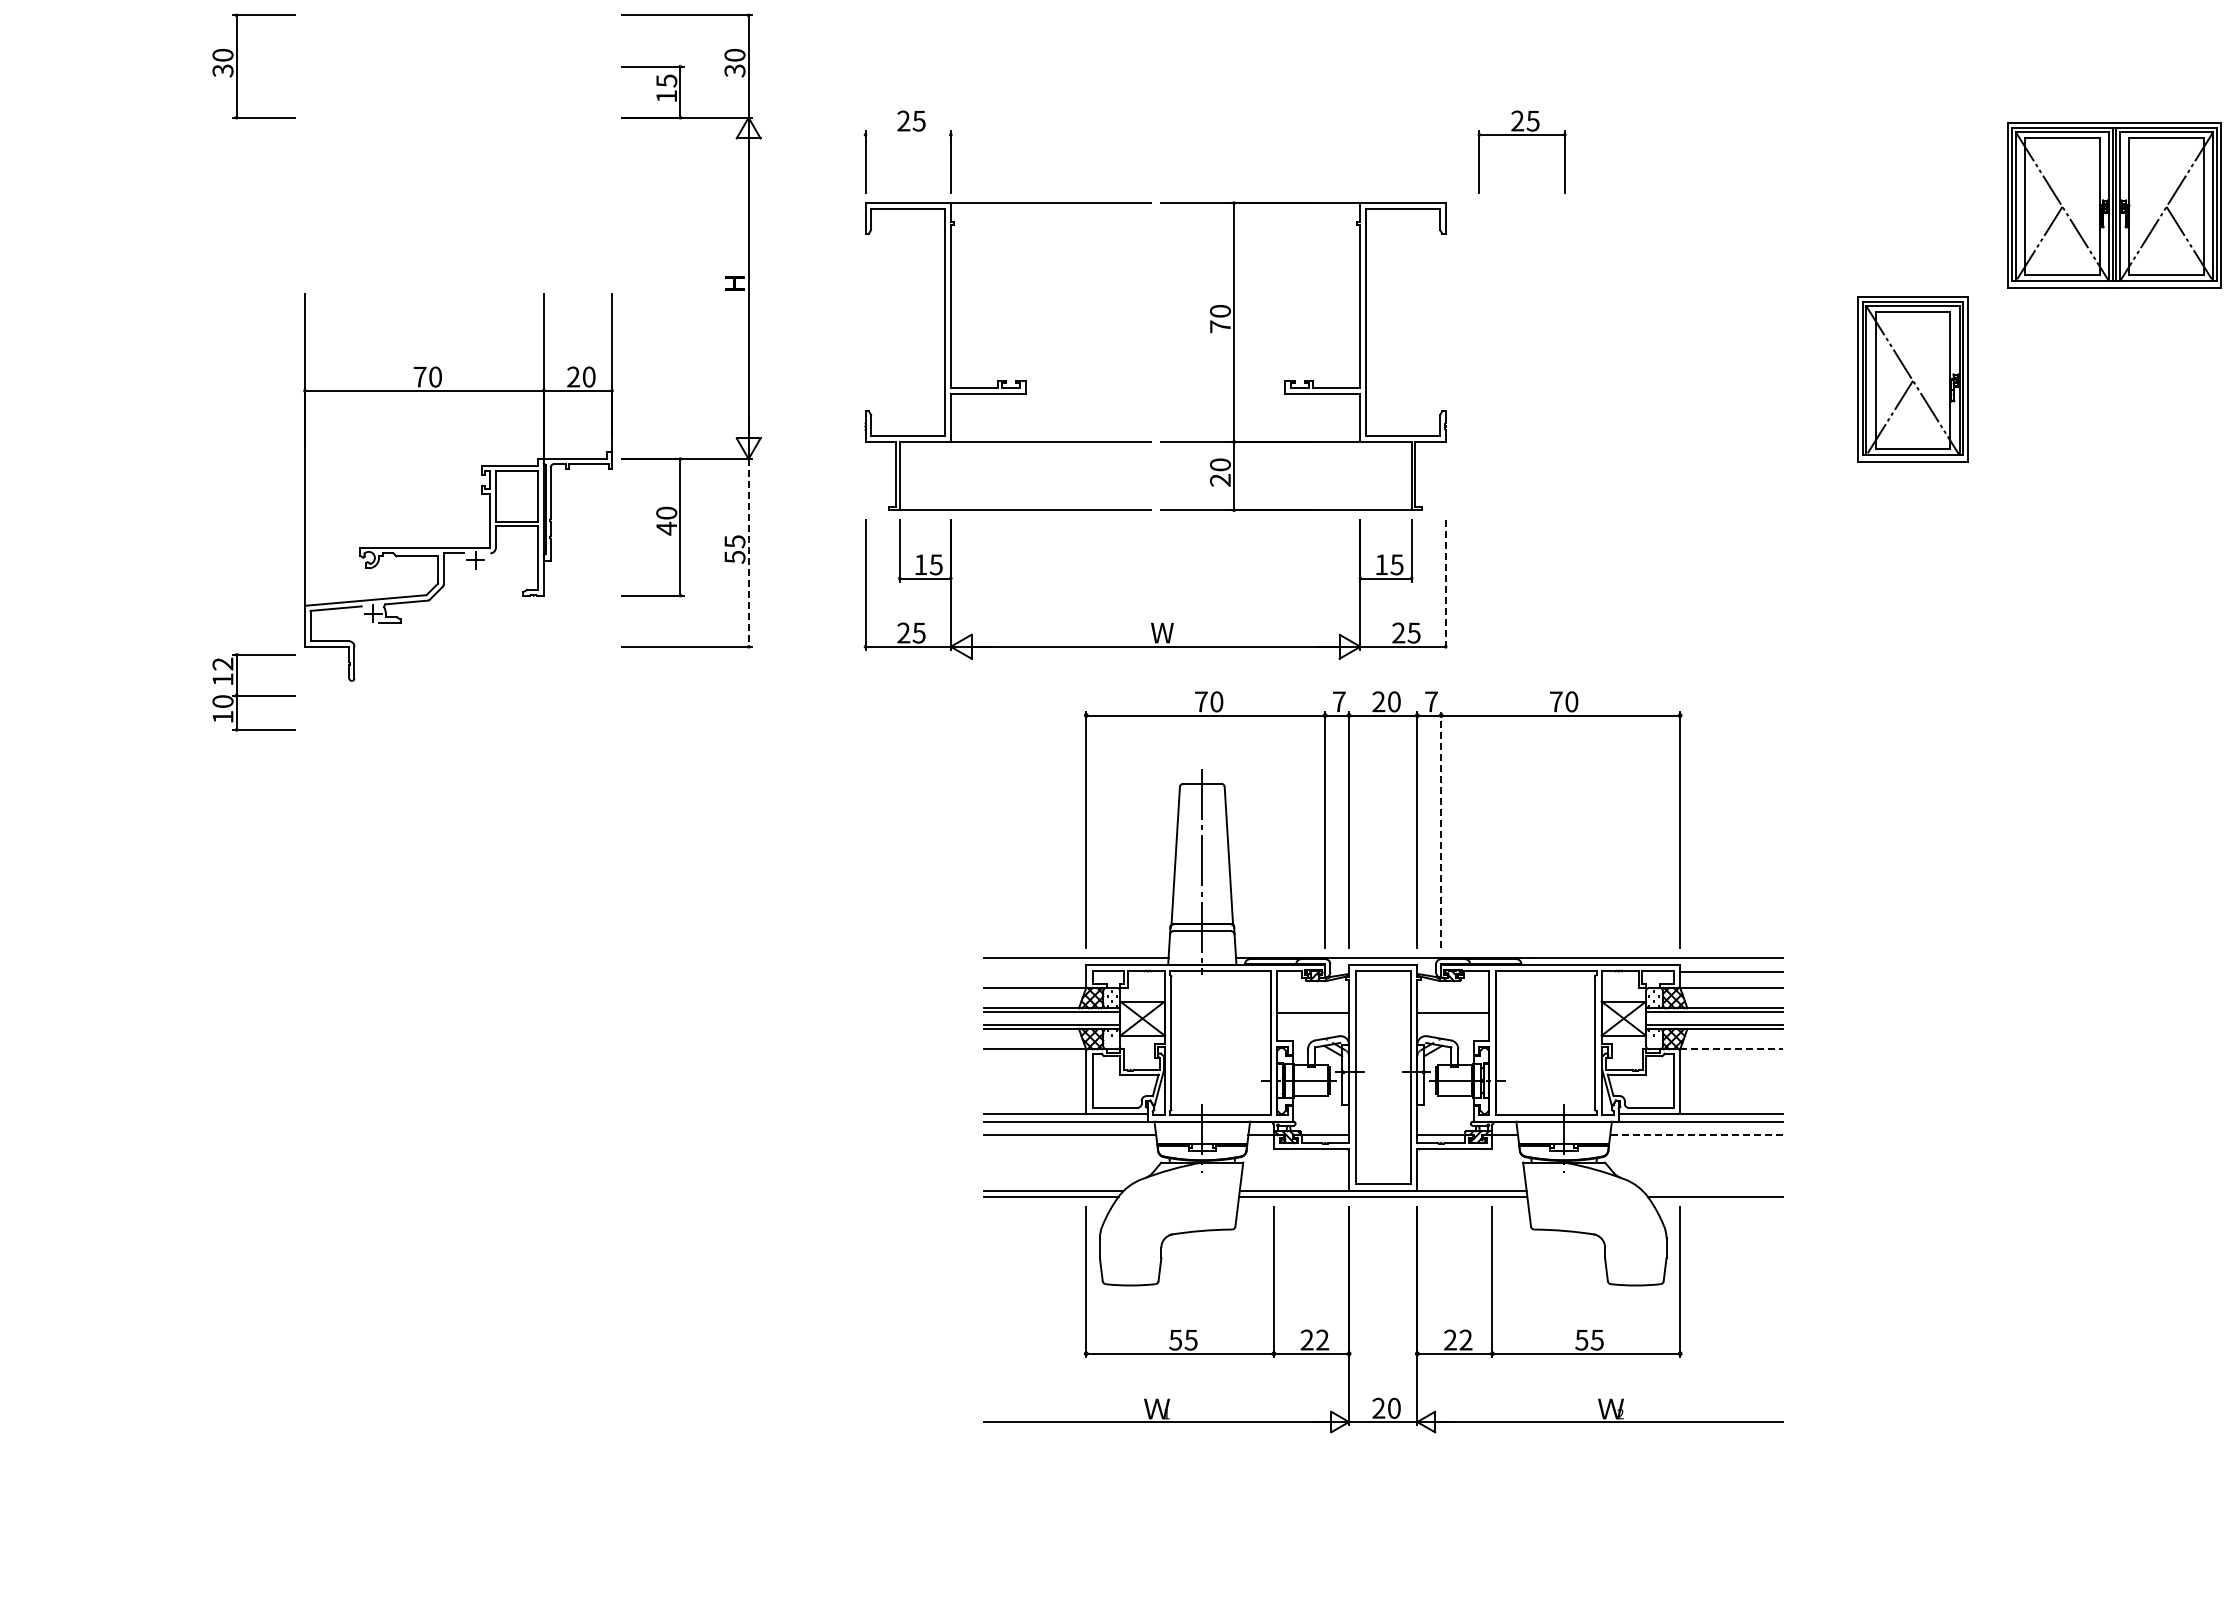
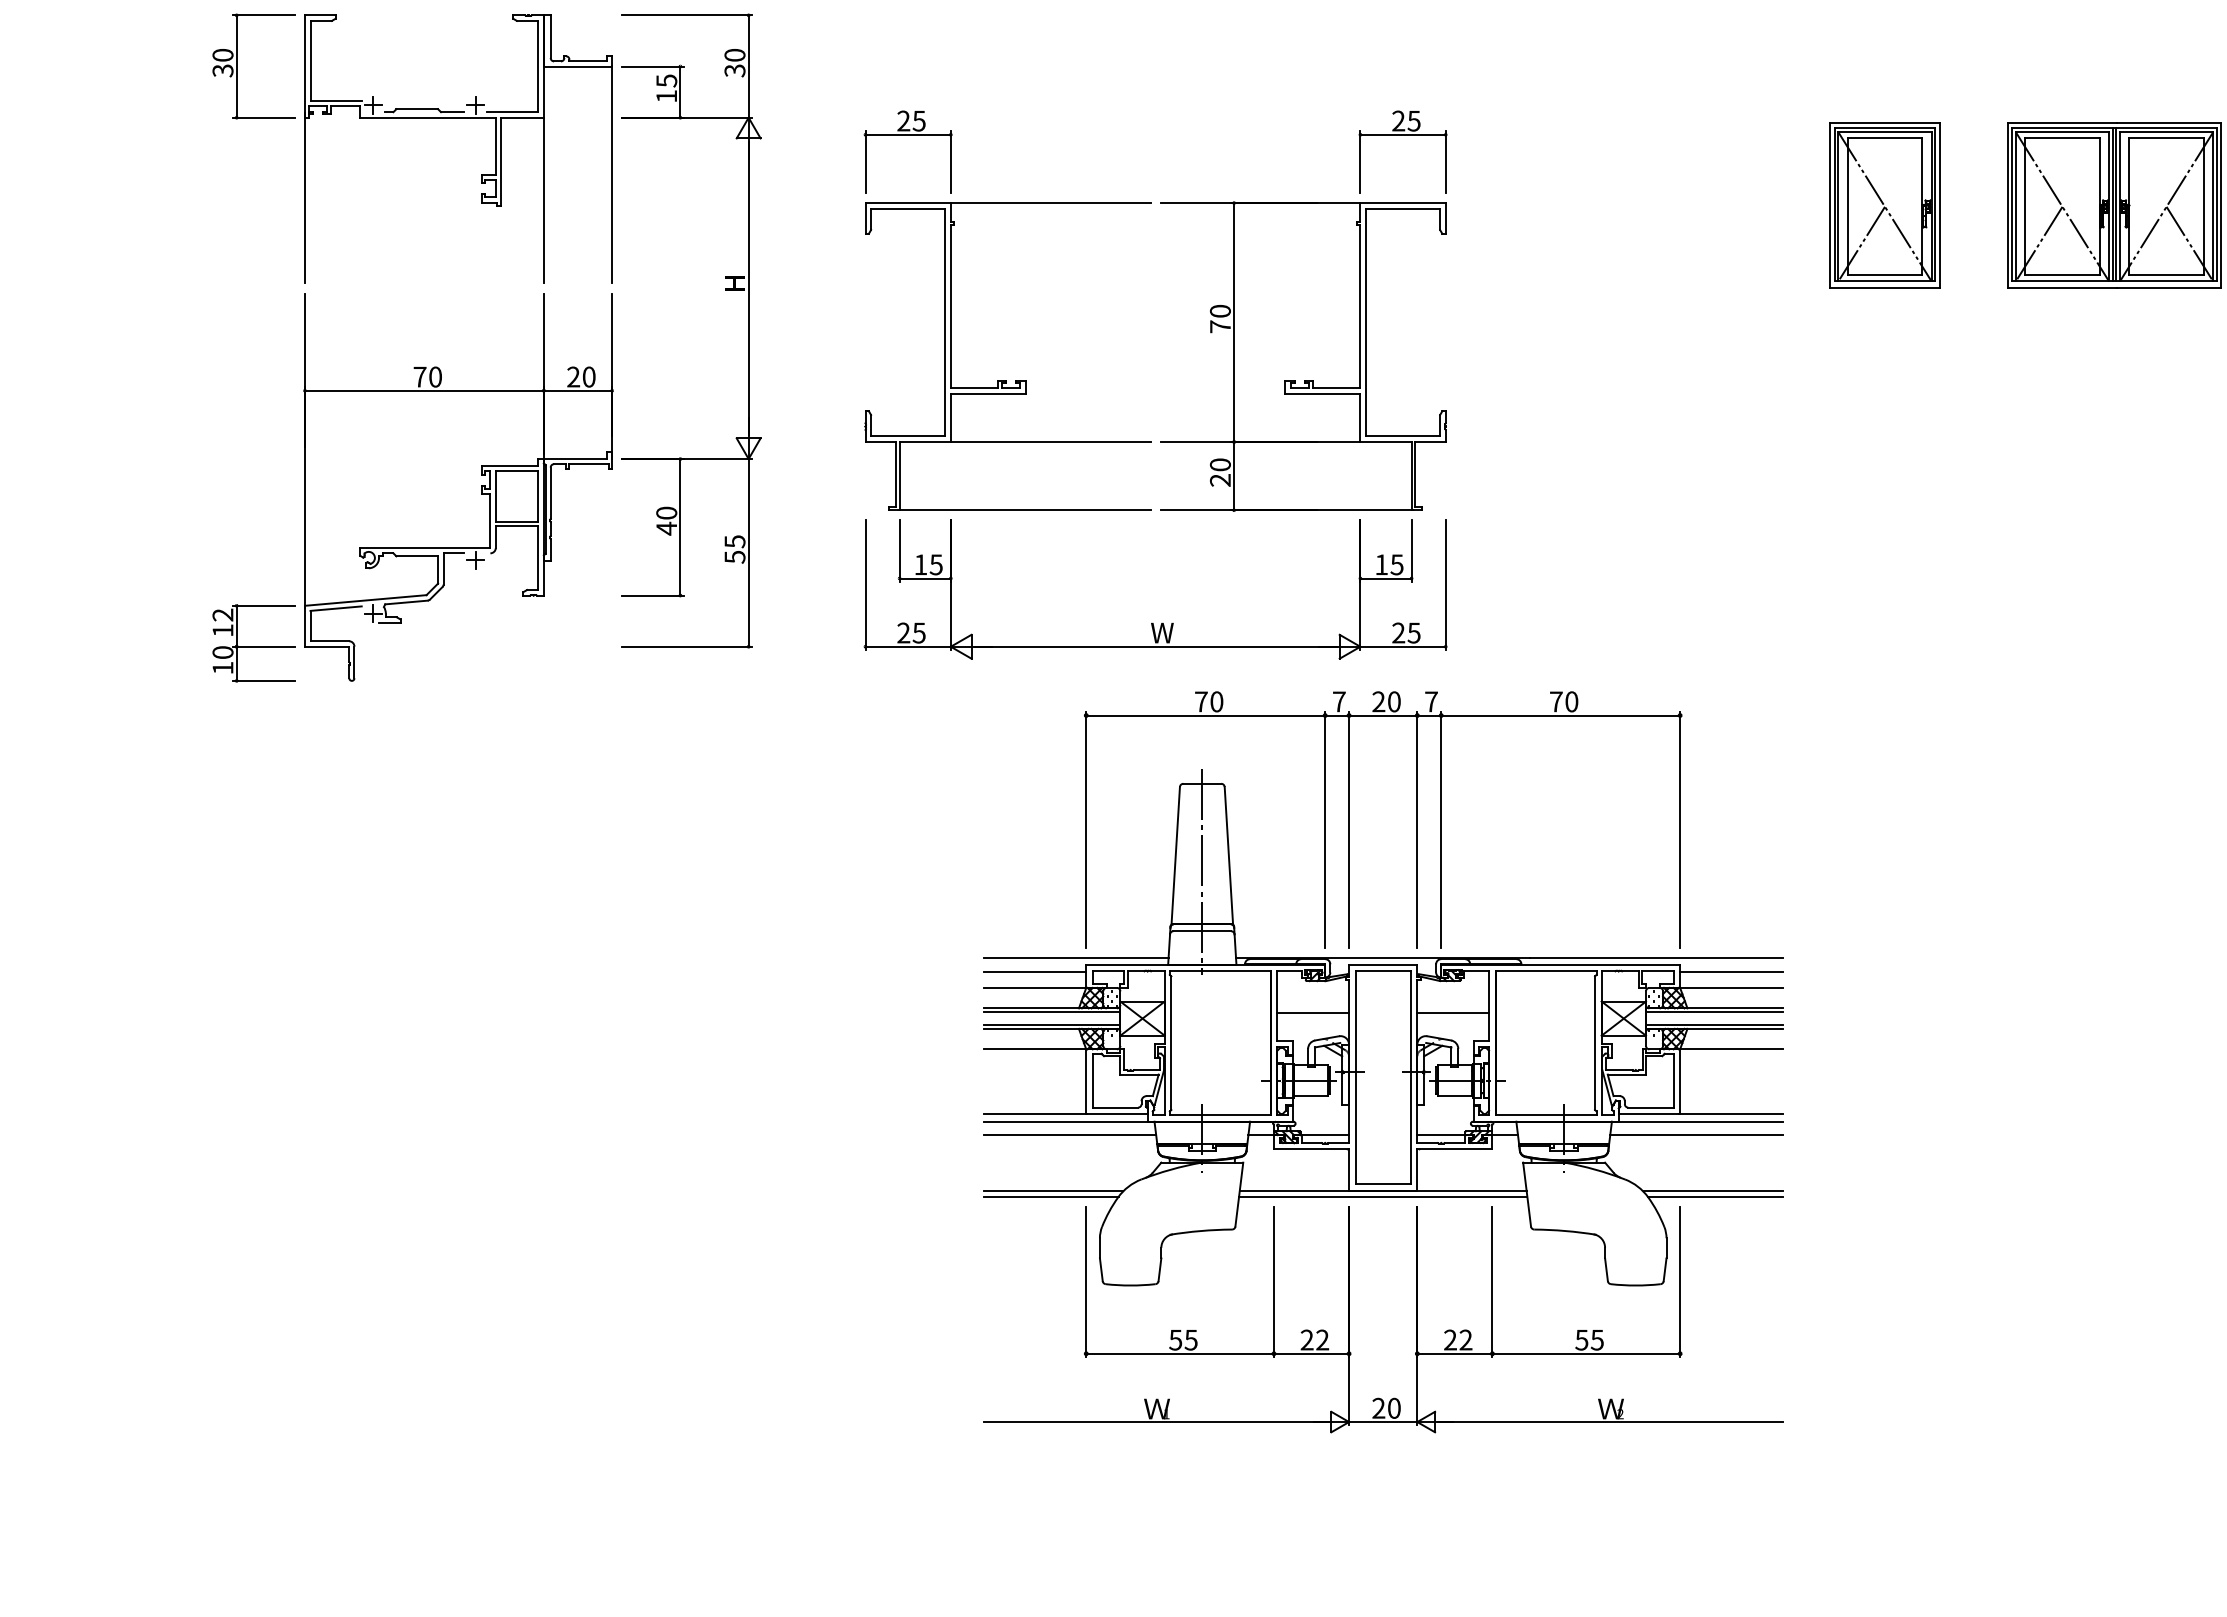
part at (458, 118): none -> present
line at (907, 134): none -> present
part at (1521, 135) position: (1521, 135) -> (1402, 135)
part at (1912, 379) position: (1912, 379) -> (1884, 205)
line at (748, 552): dashed -> solid
line at (1445, 585): dashed -> solid
part at (253, 692) position: (253, 692) -> (253, 643)
line at (1441, 829): dashed -> solid
line at (1034, 972): none -> present
line at (1731, 1049): dashed -> solid
line at (1695, 1135): dashed -> solid
line at (1712, 1191): none -> present
